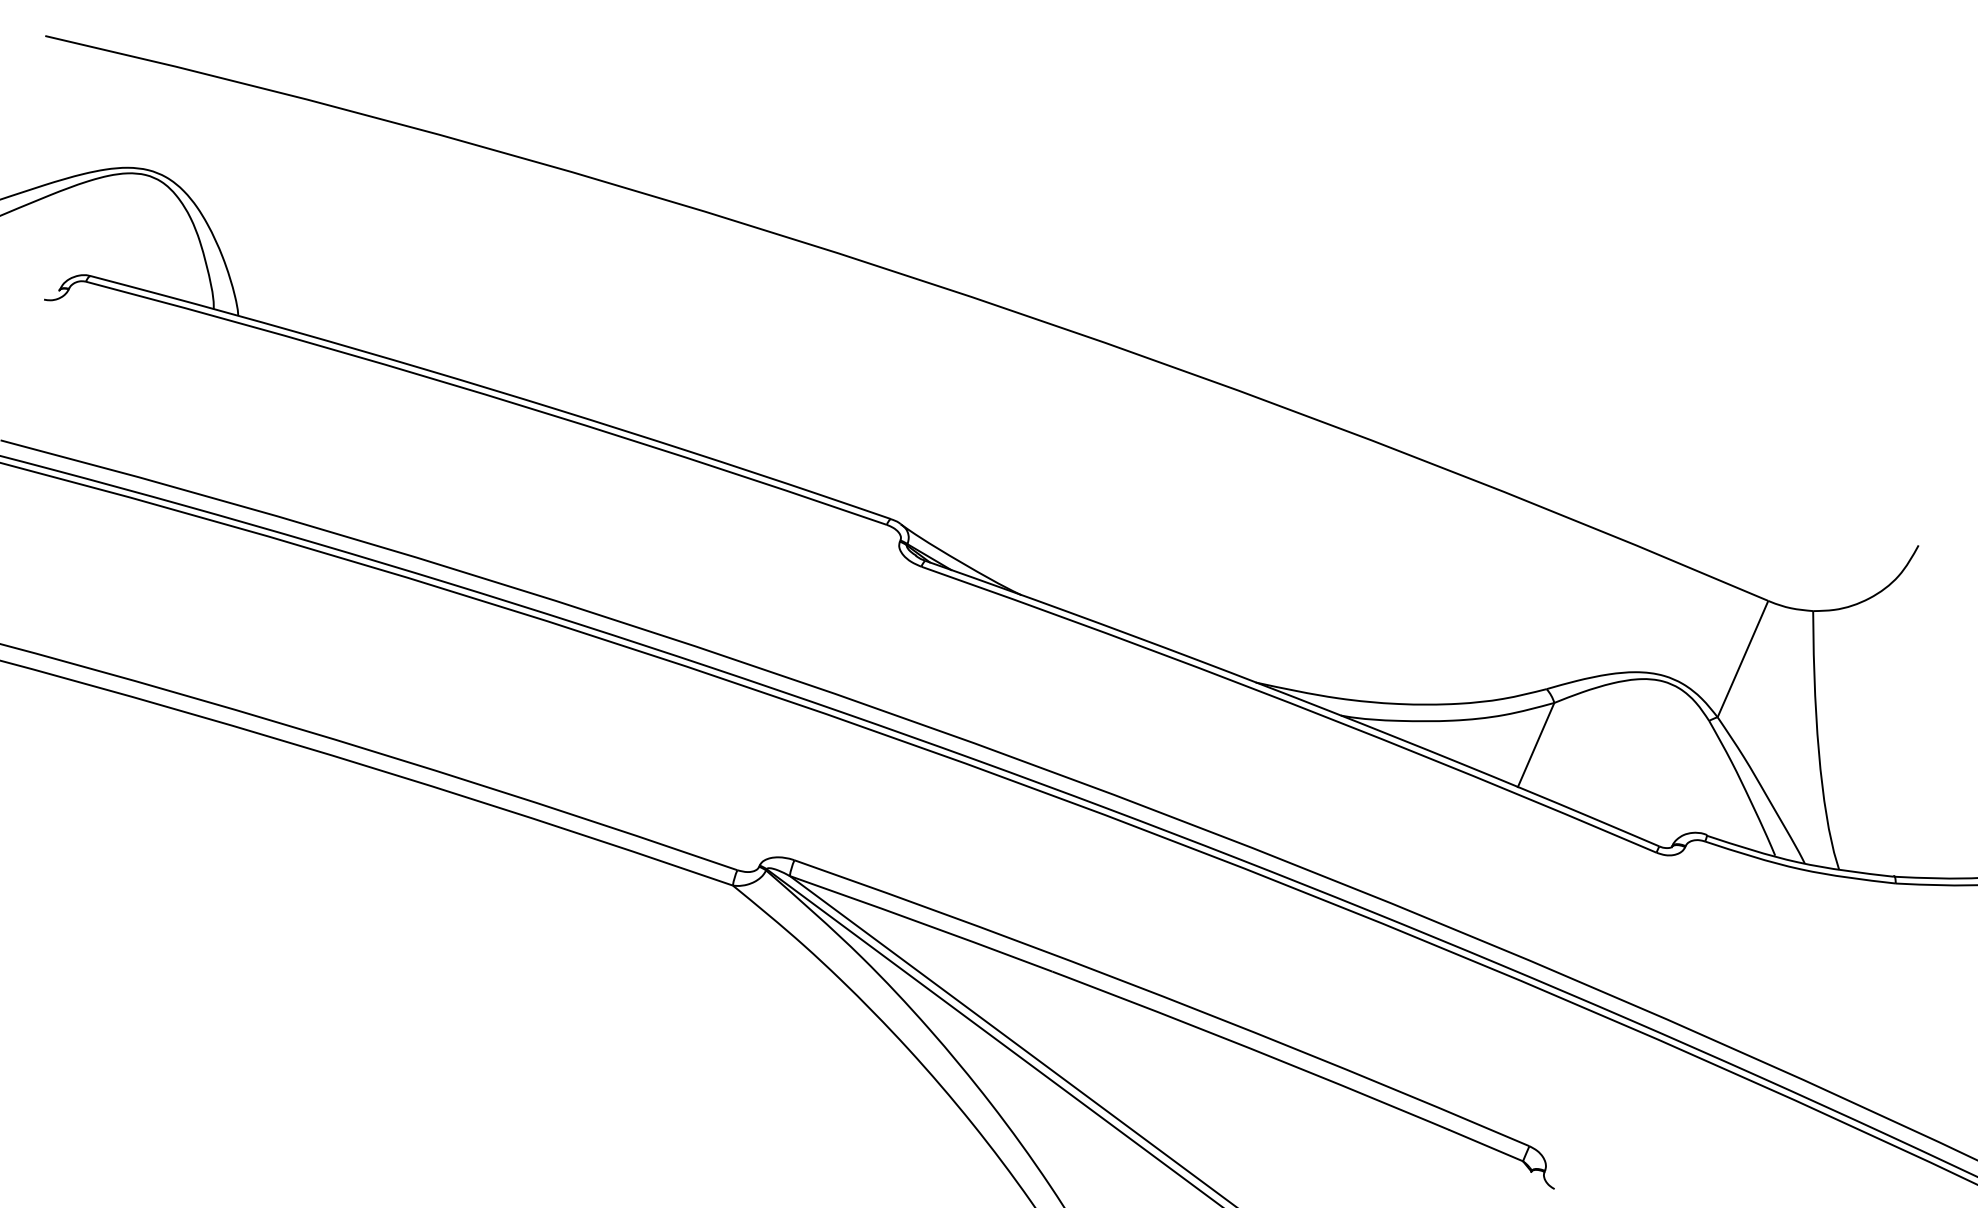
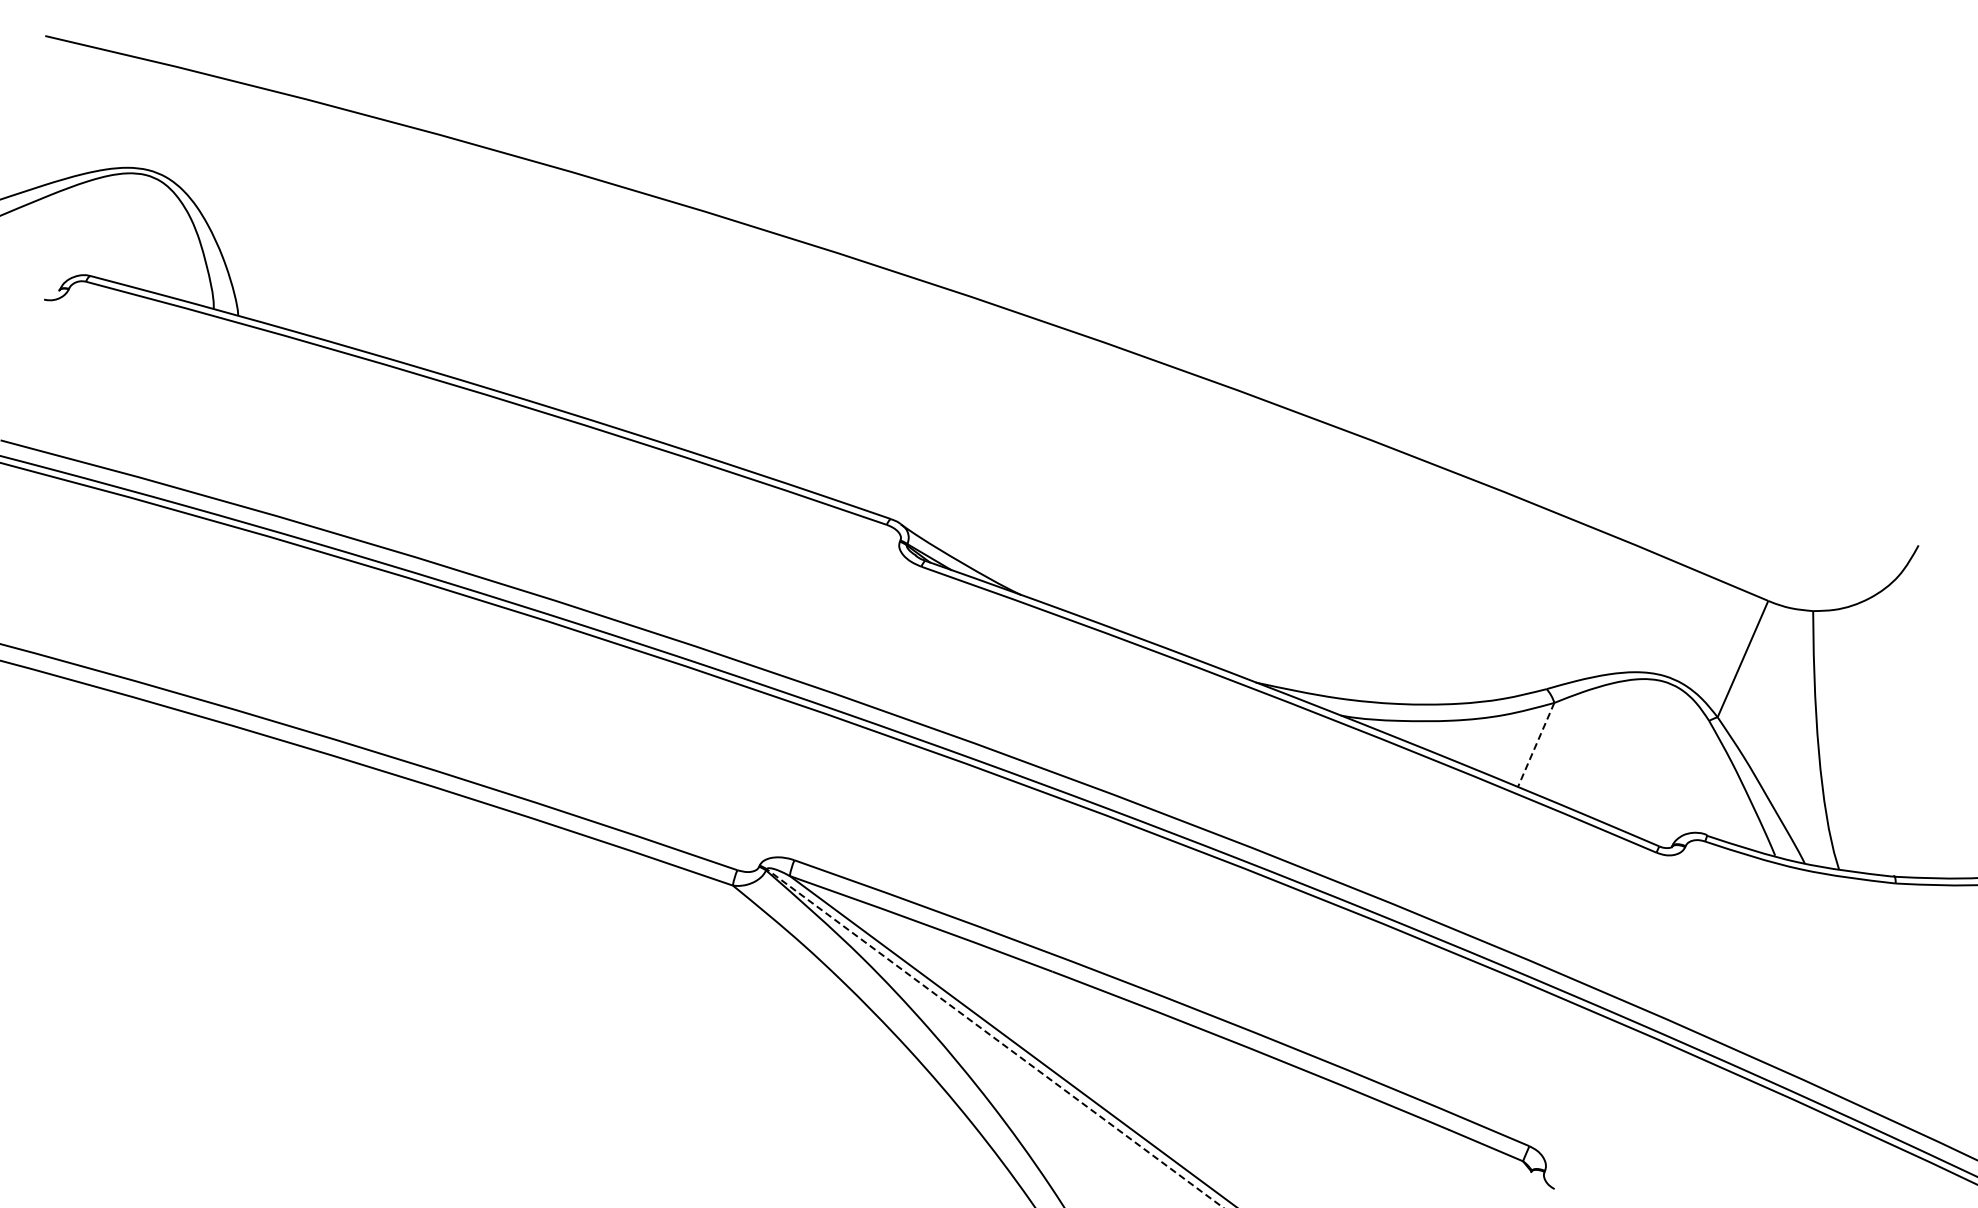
line at (1536, 745): solid -> dashed
line at (994, 1038): solid -> dashed
